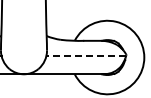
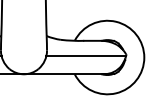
line at (86, 55): dashed -> solid
